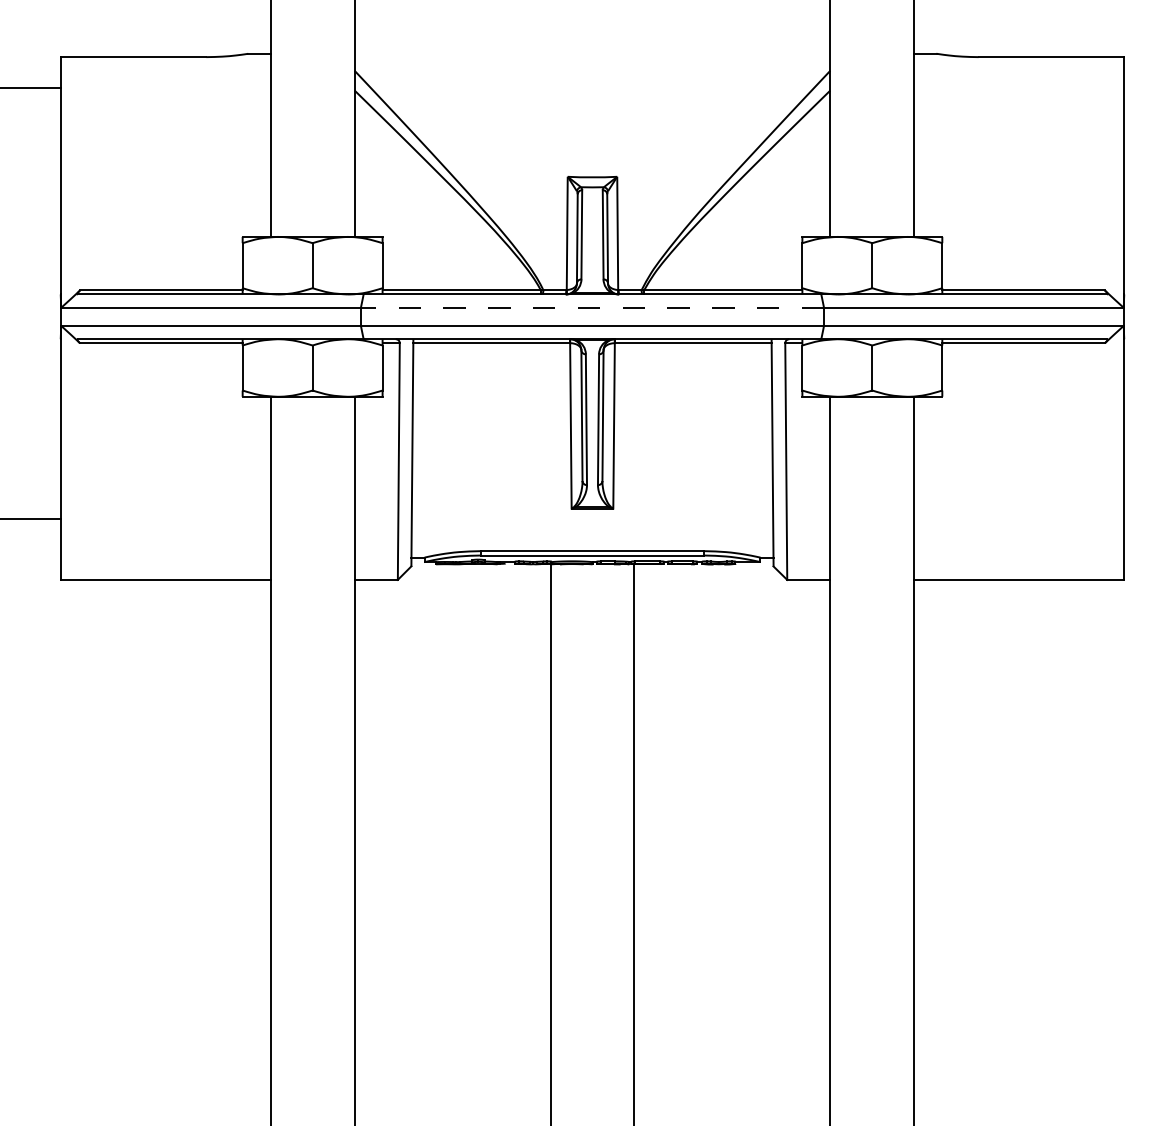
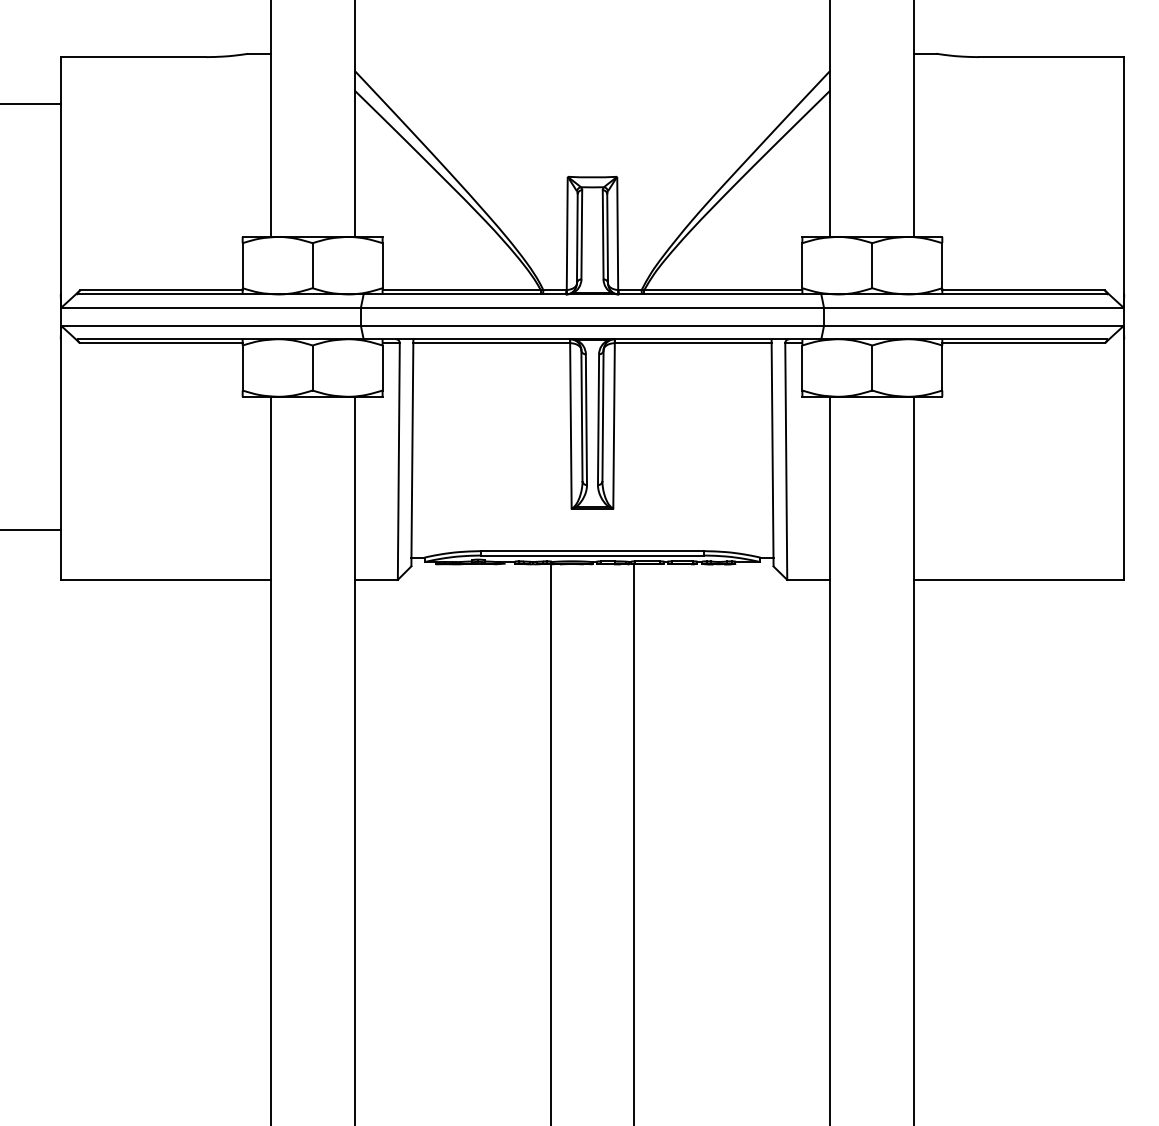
line at (31, 88) position: (31, 88) -> (31, 104)
line at (592, 307): dashed -> solid
line at (31, 518) position: (31, 518) -> (31, 529)
